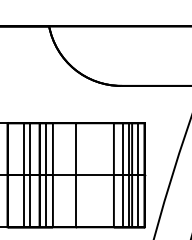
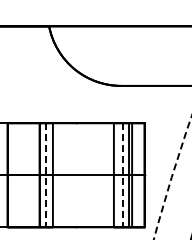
line at (23, 175): present -> none
line at (30, 175): present -> none
line at (46, 175): solid -> dashed
line at (76, 175): present -> none
line at (123, 175): solid -> dashed
line at (138, 175): present -> none
arc at (171, 177): solid -> dashed
